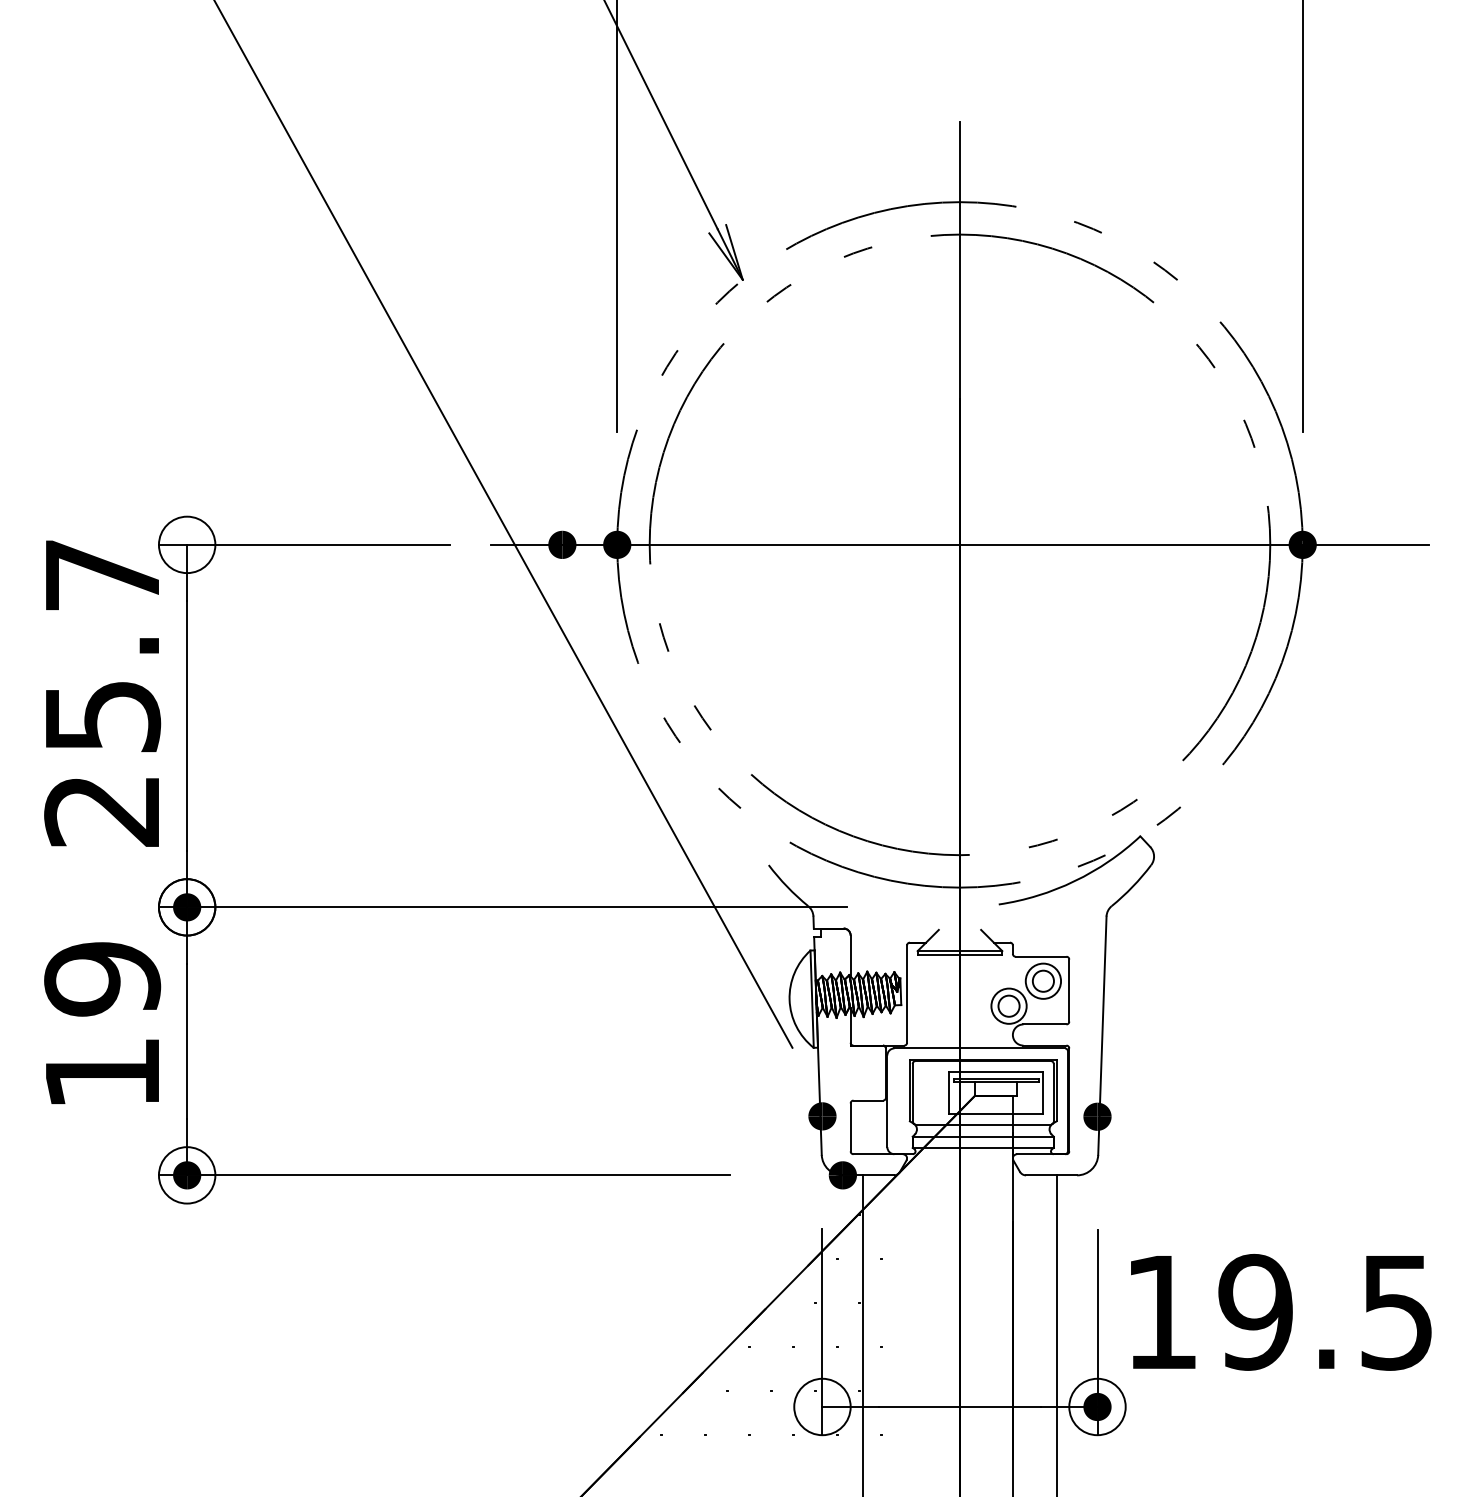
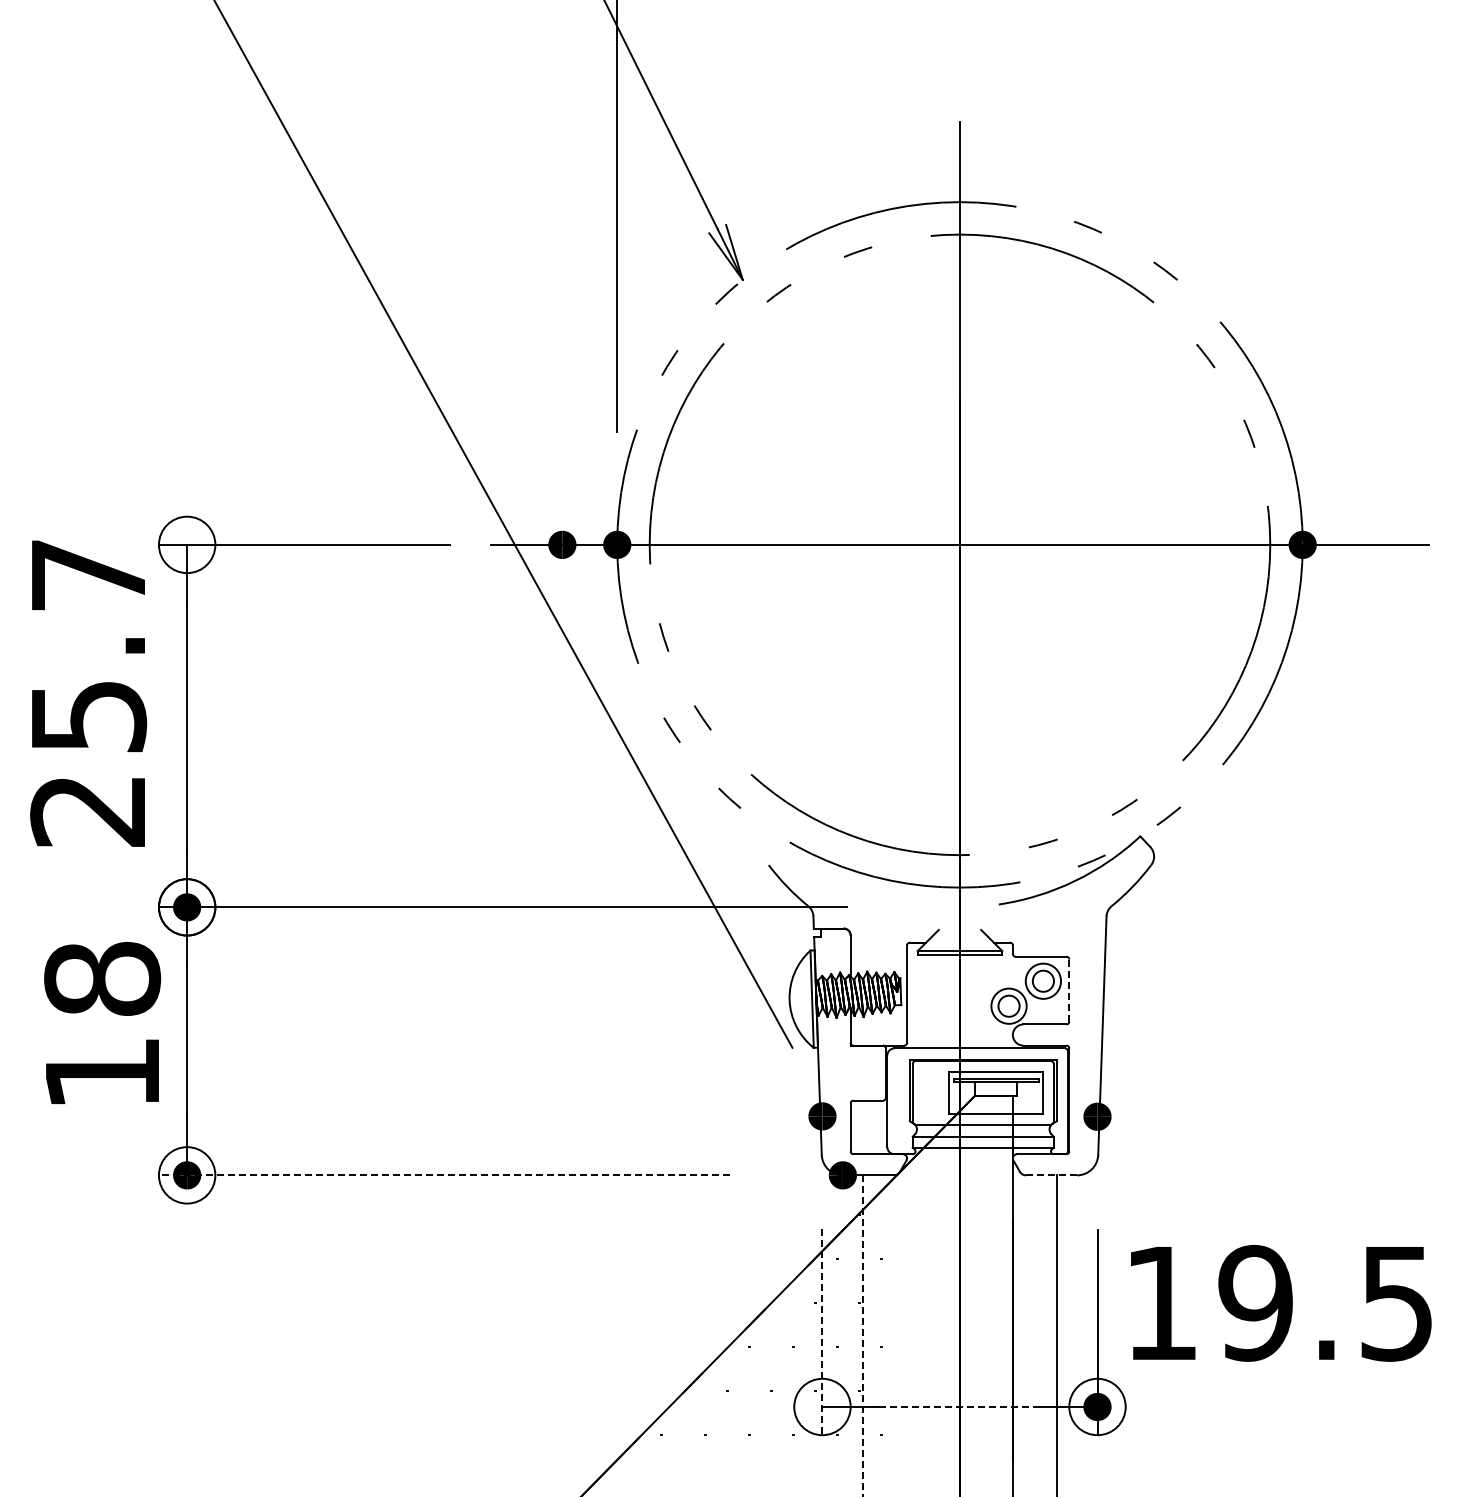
line at (1302, 217): present -> none
text at (102, 693) position: (102, 693) -> (88, 693)
text at (102, 979): 19 -> 18
line at (1069, 991): solid -> dashed
line at (444, 1175): solid -> dashed
line at (1051, 1175): solid -> dashed
text at (1281, 1312) position: (1281, 1312) -> (1281, 1303)
line at (822, 1332): solid -> dashed
line at (862, 1336): solid -> dashed
line at (960, 1406): solid -> dashed
